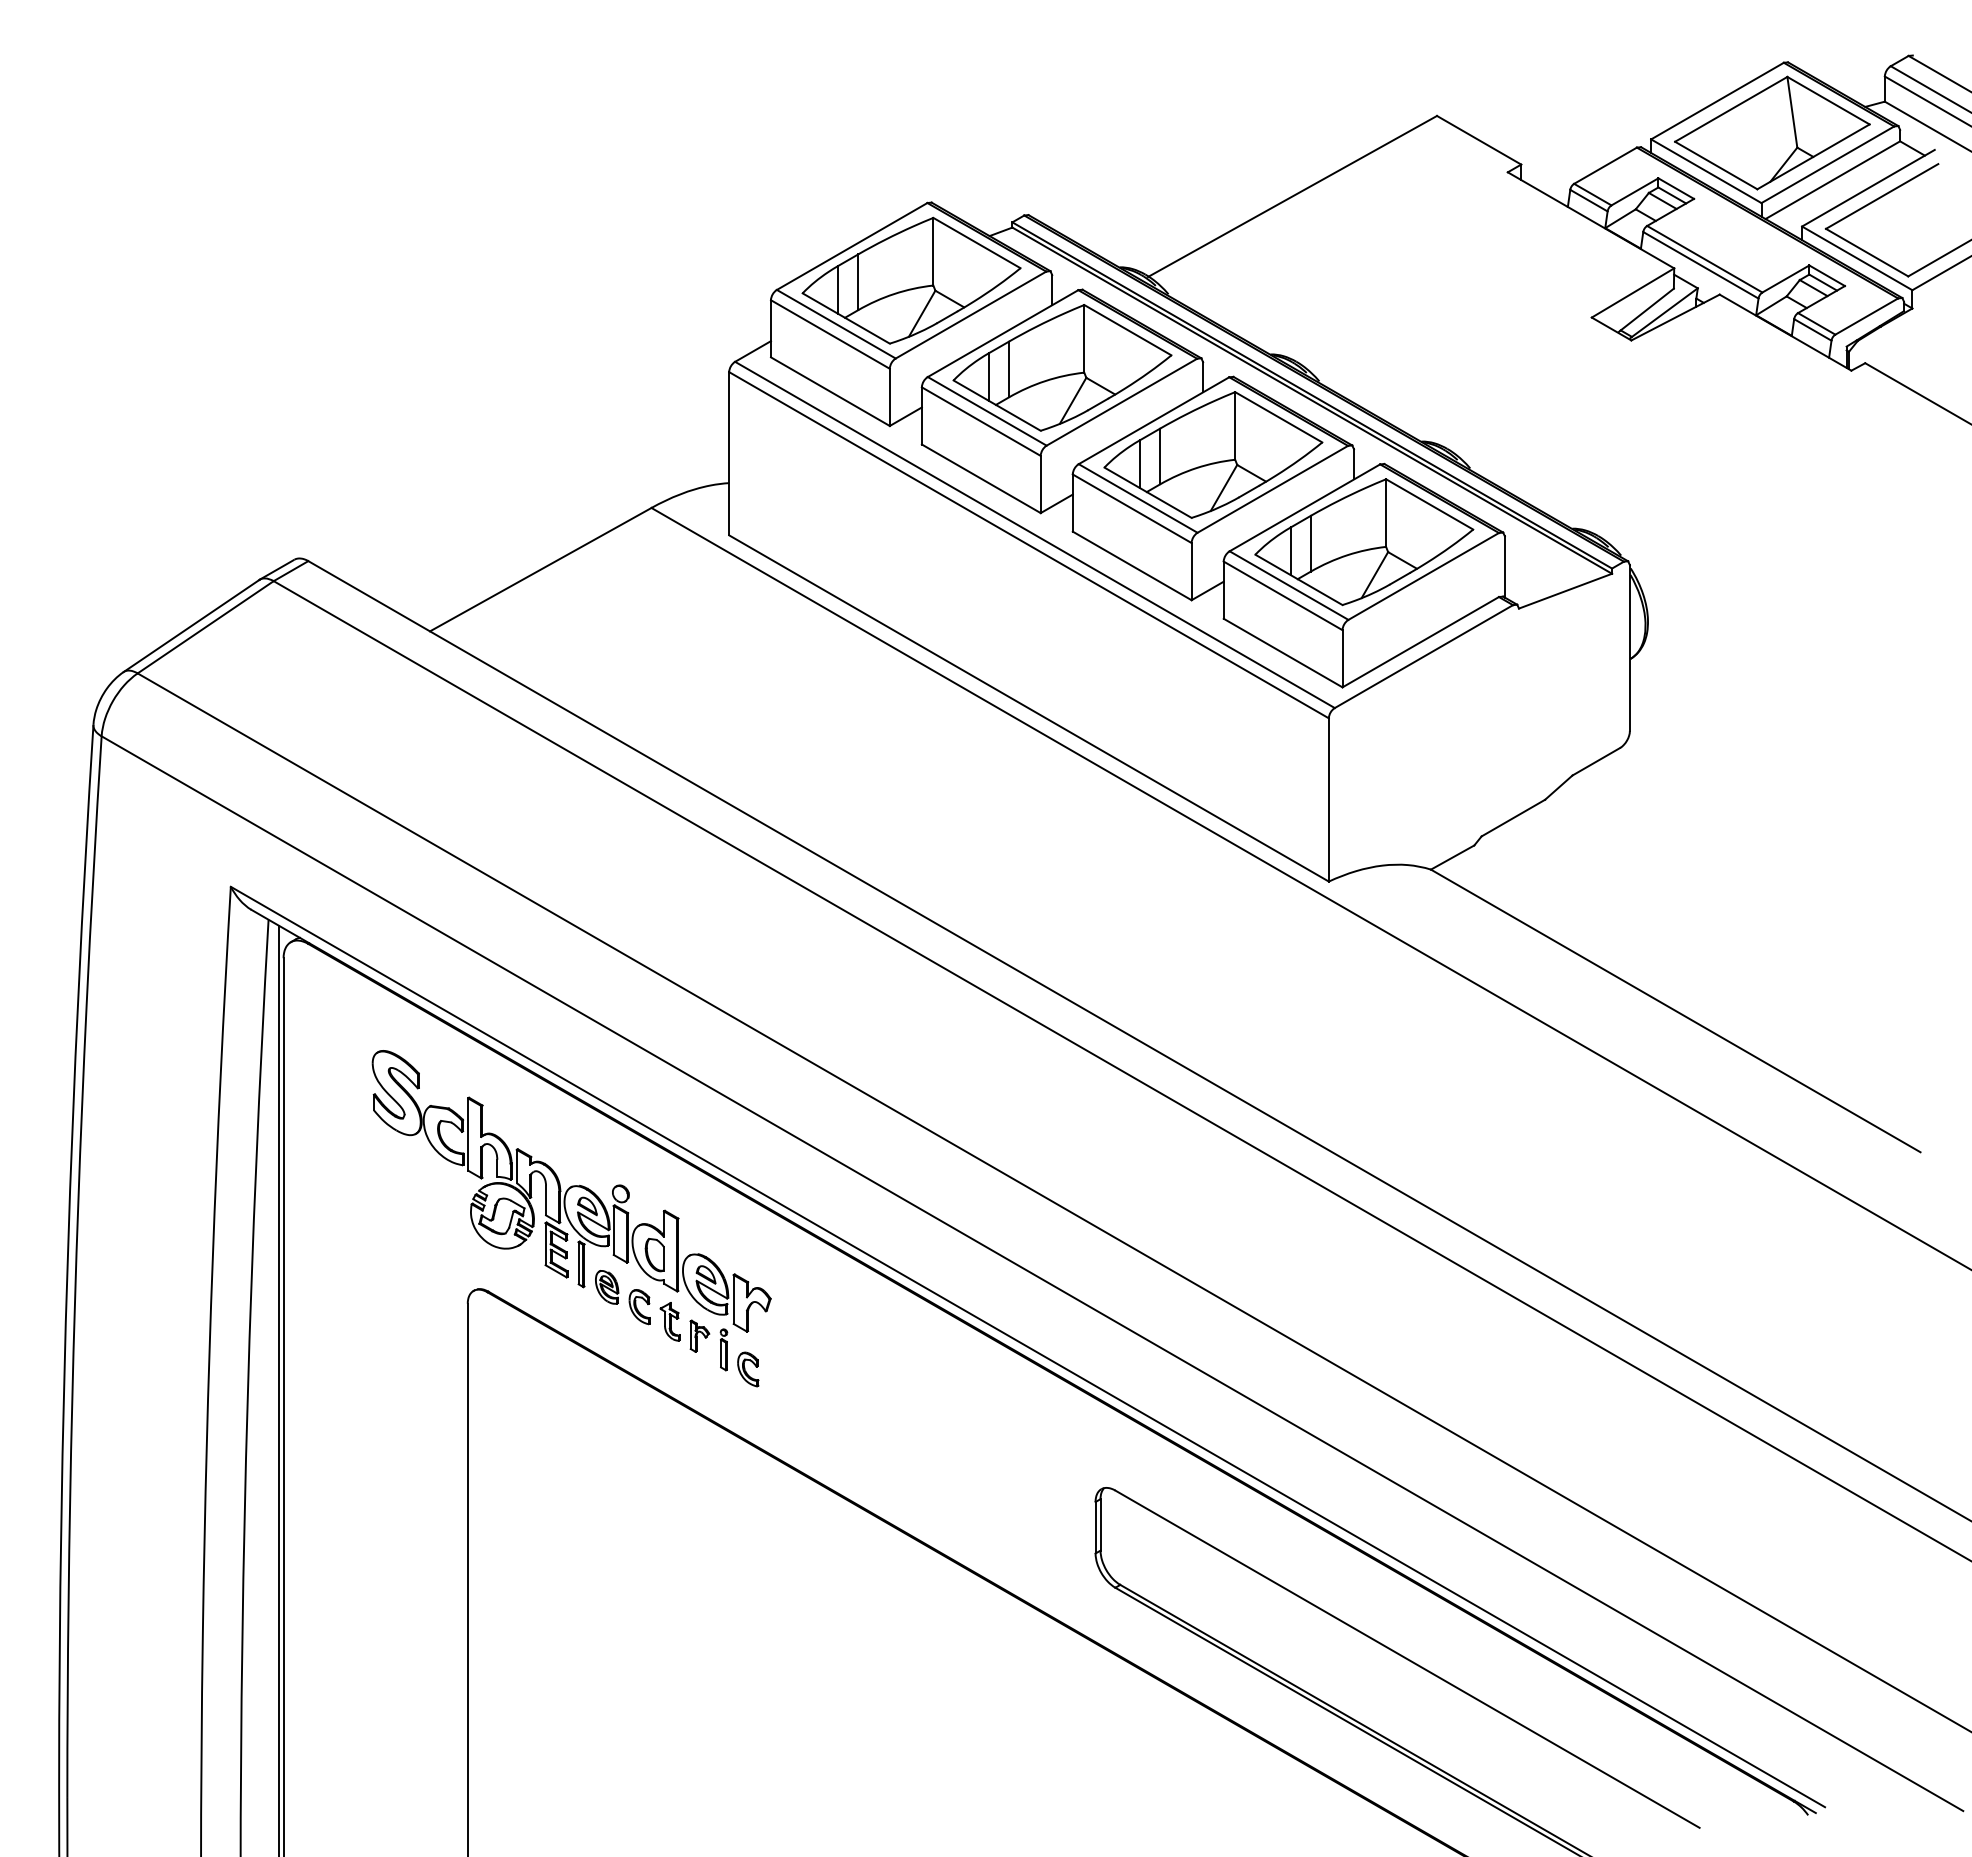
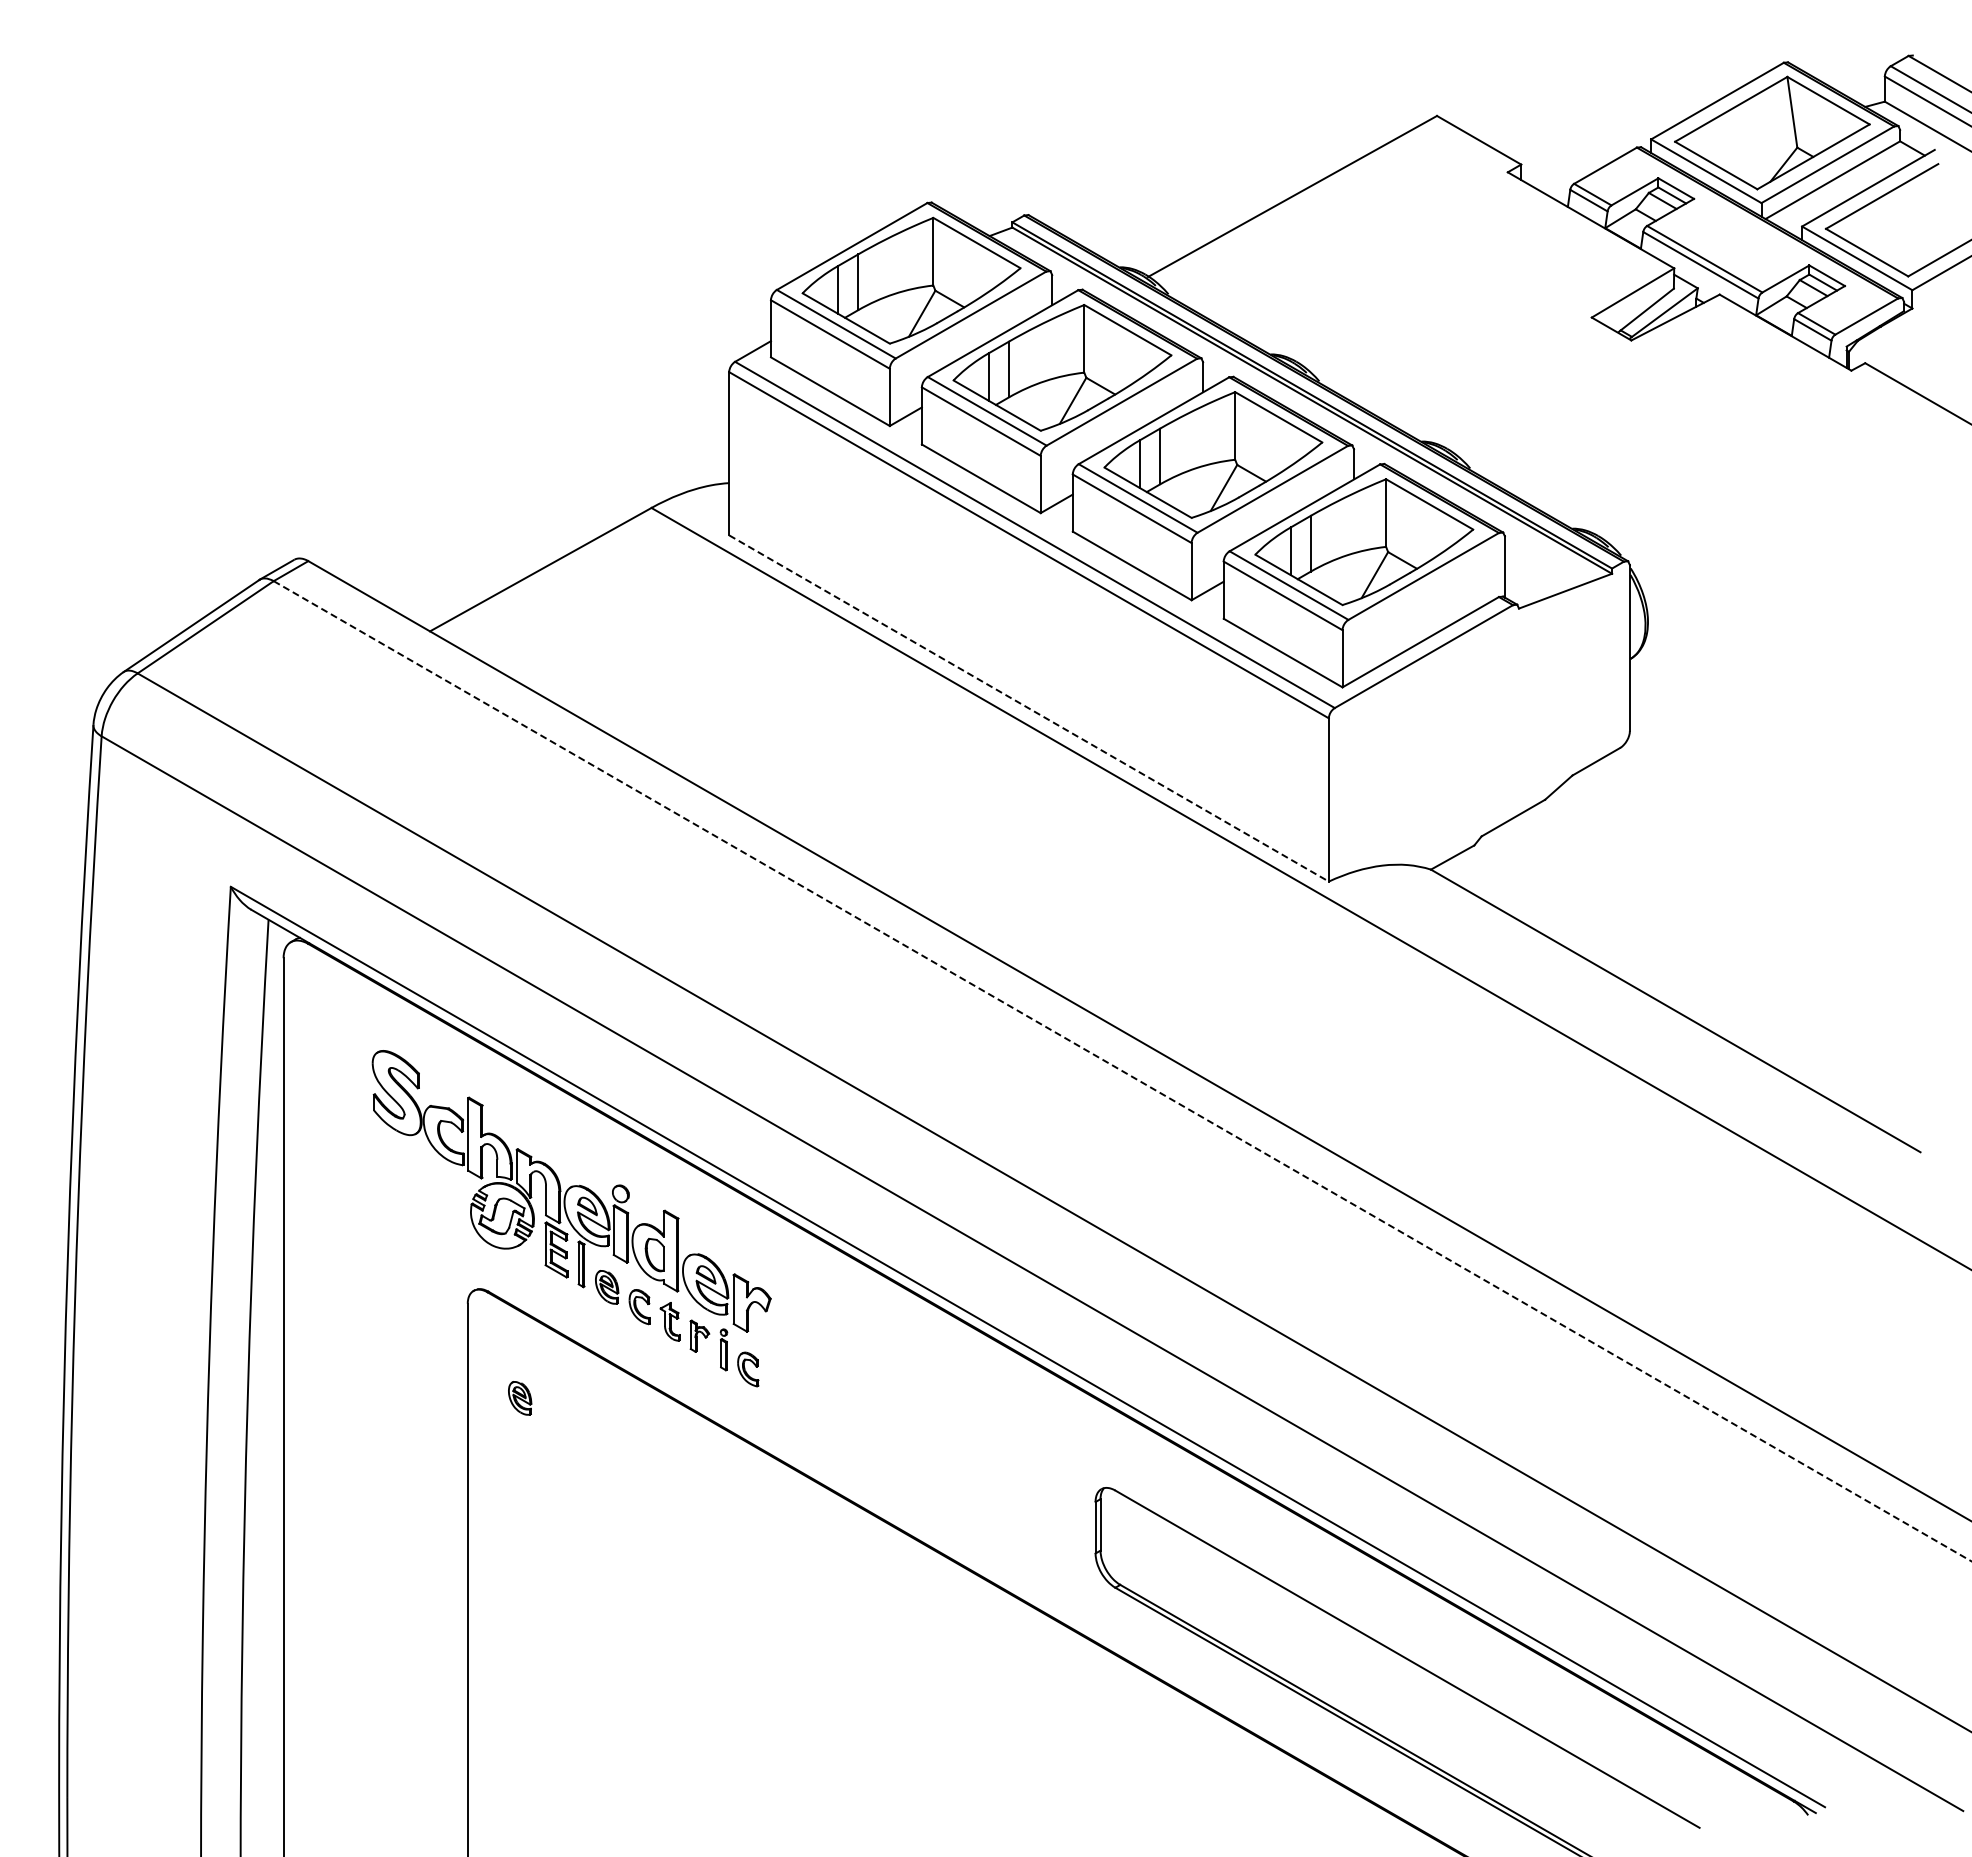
line at (1029, 708): solid -> dashed
line at (1123, 1071): solid -> dashed
line at (278, 1389): present -> none
part at (520, 1398): none -> present
